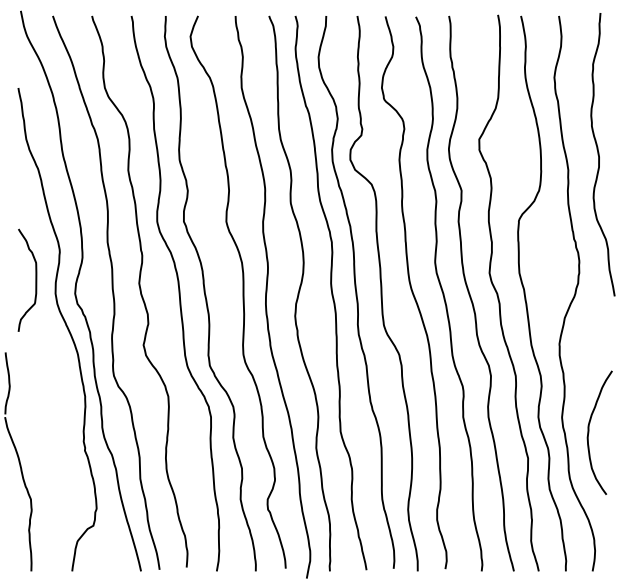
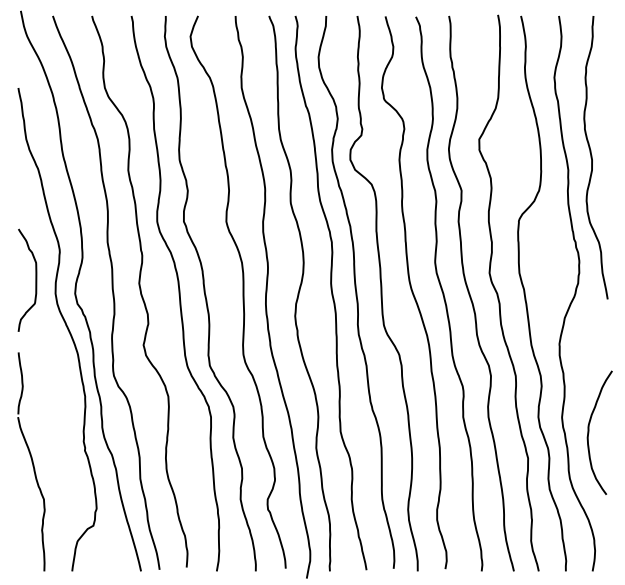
curve at (599, 154) position: (599, 154) -> (592, 157)
part at (18, 461) position: (18, 461) -> (31, 461)
